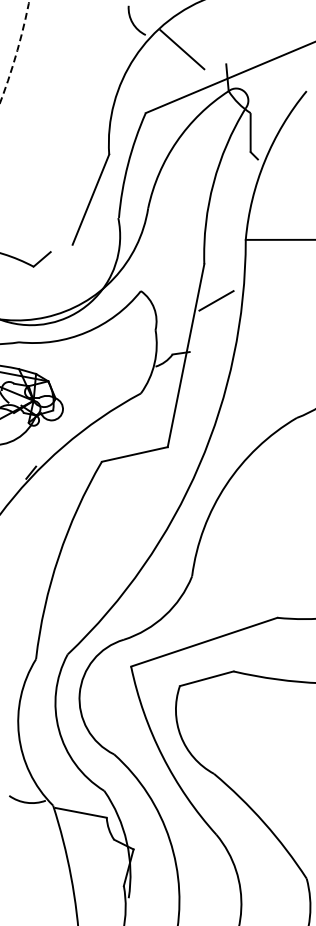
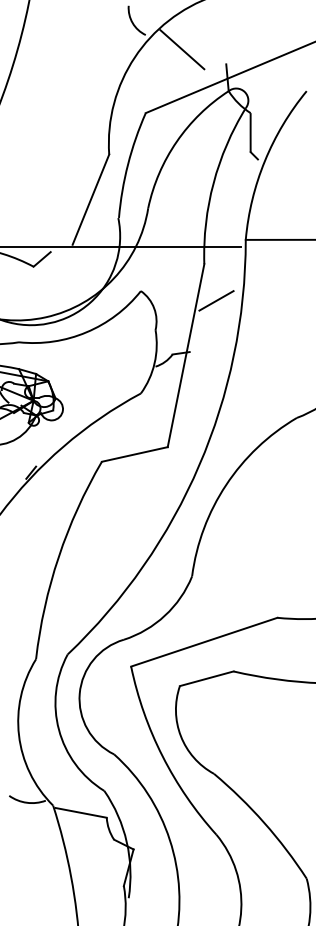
arc at (17, 51): dashed -> solid
line at (121, 247): none -> present
